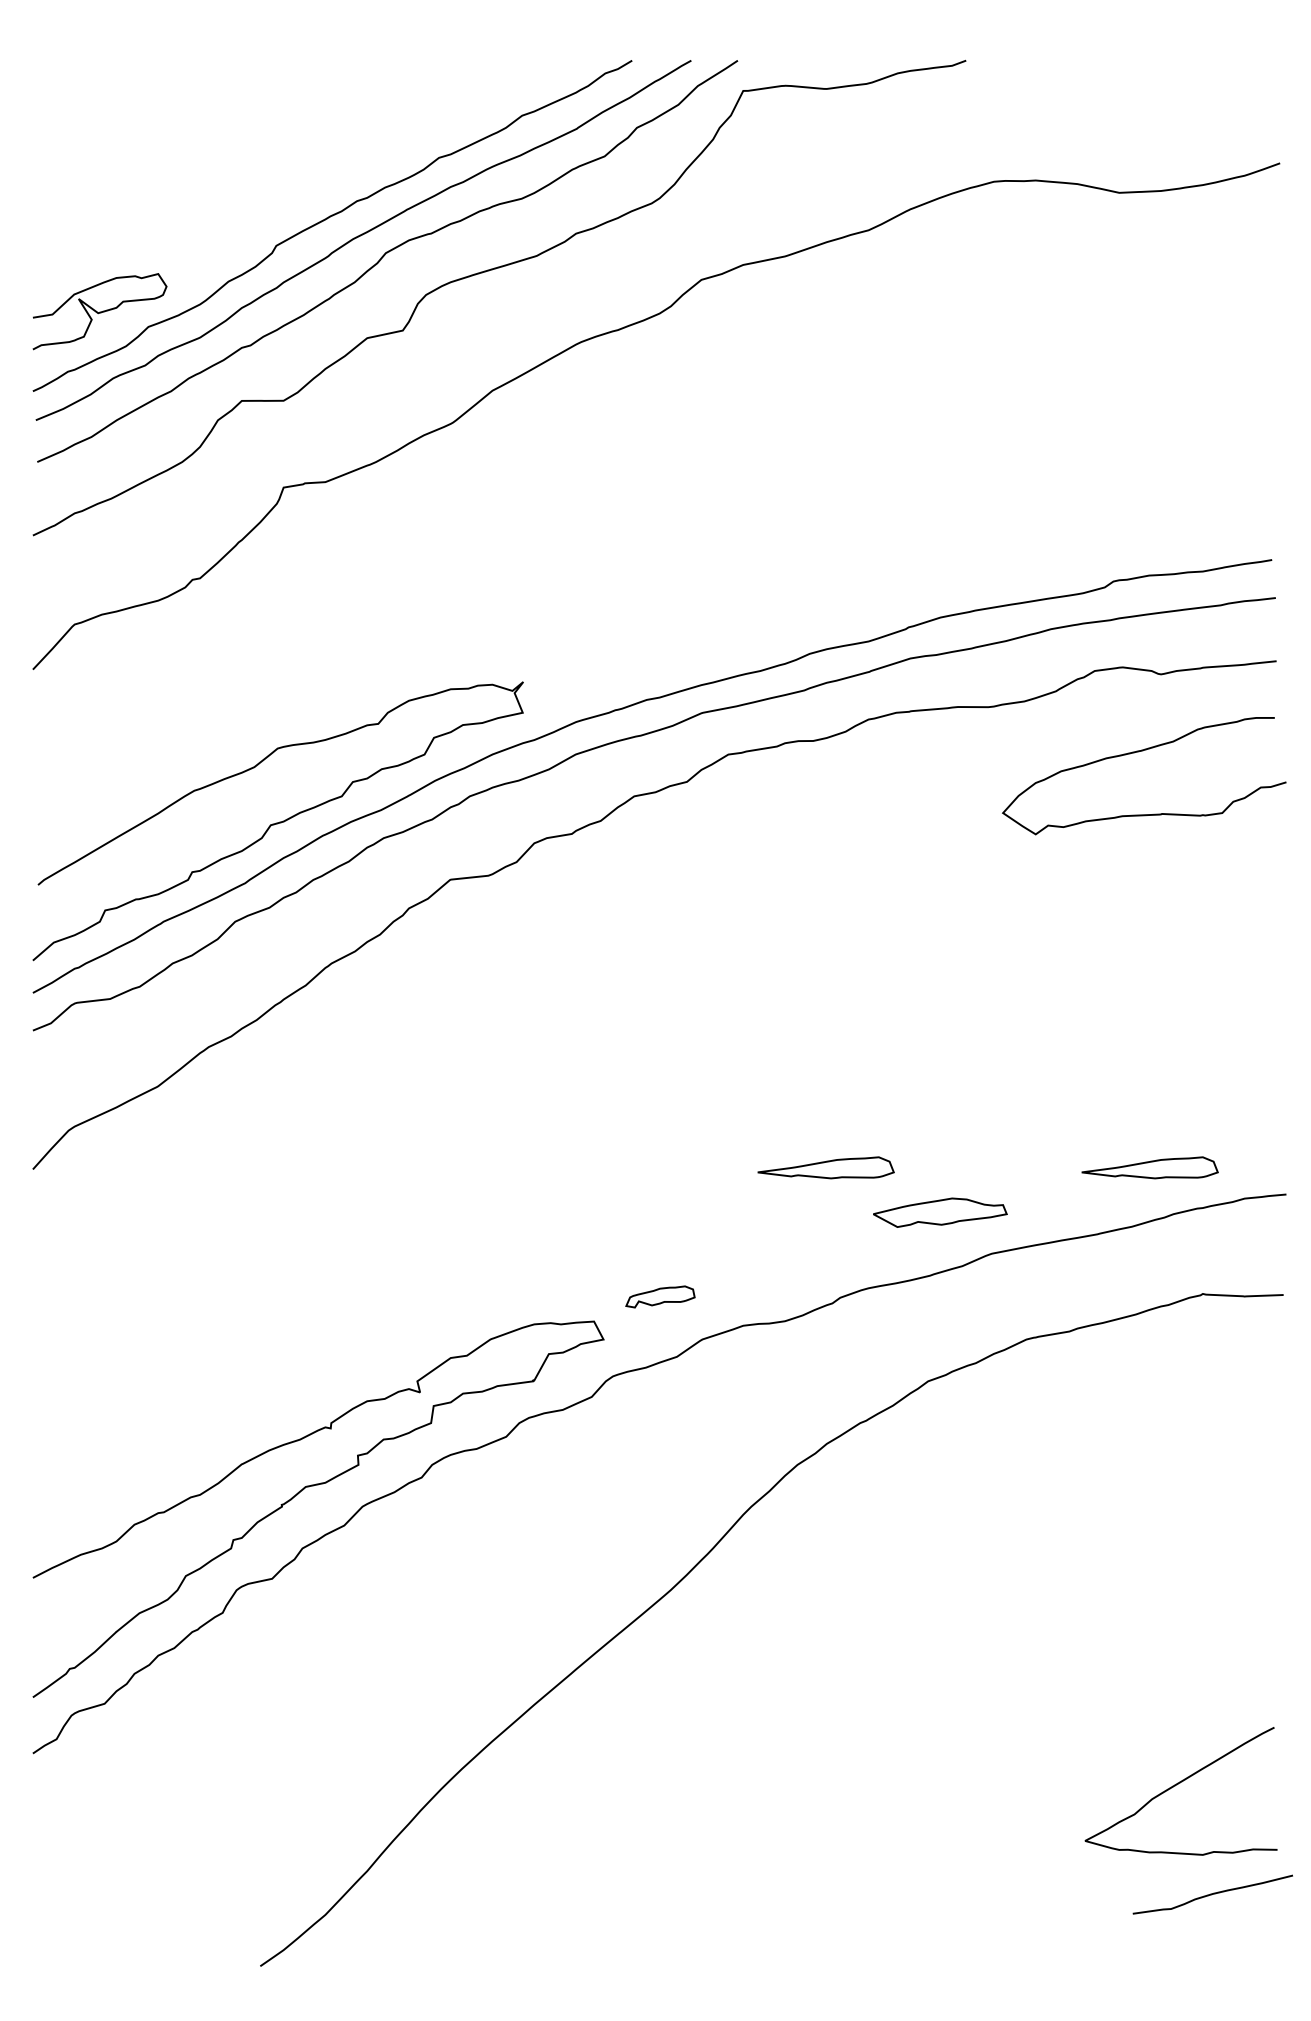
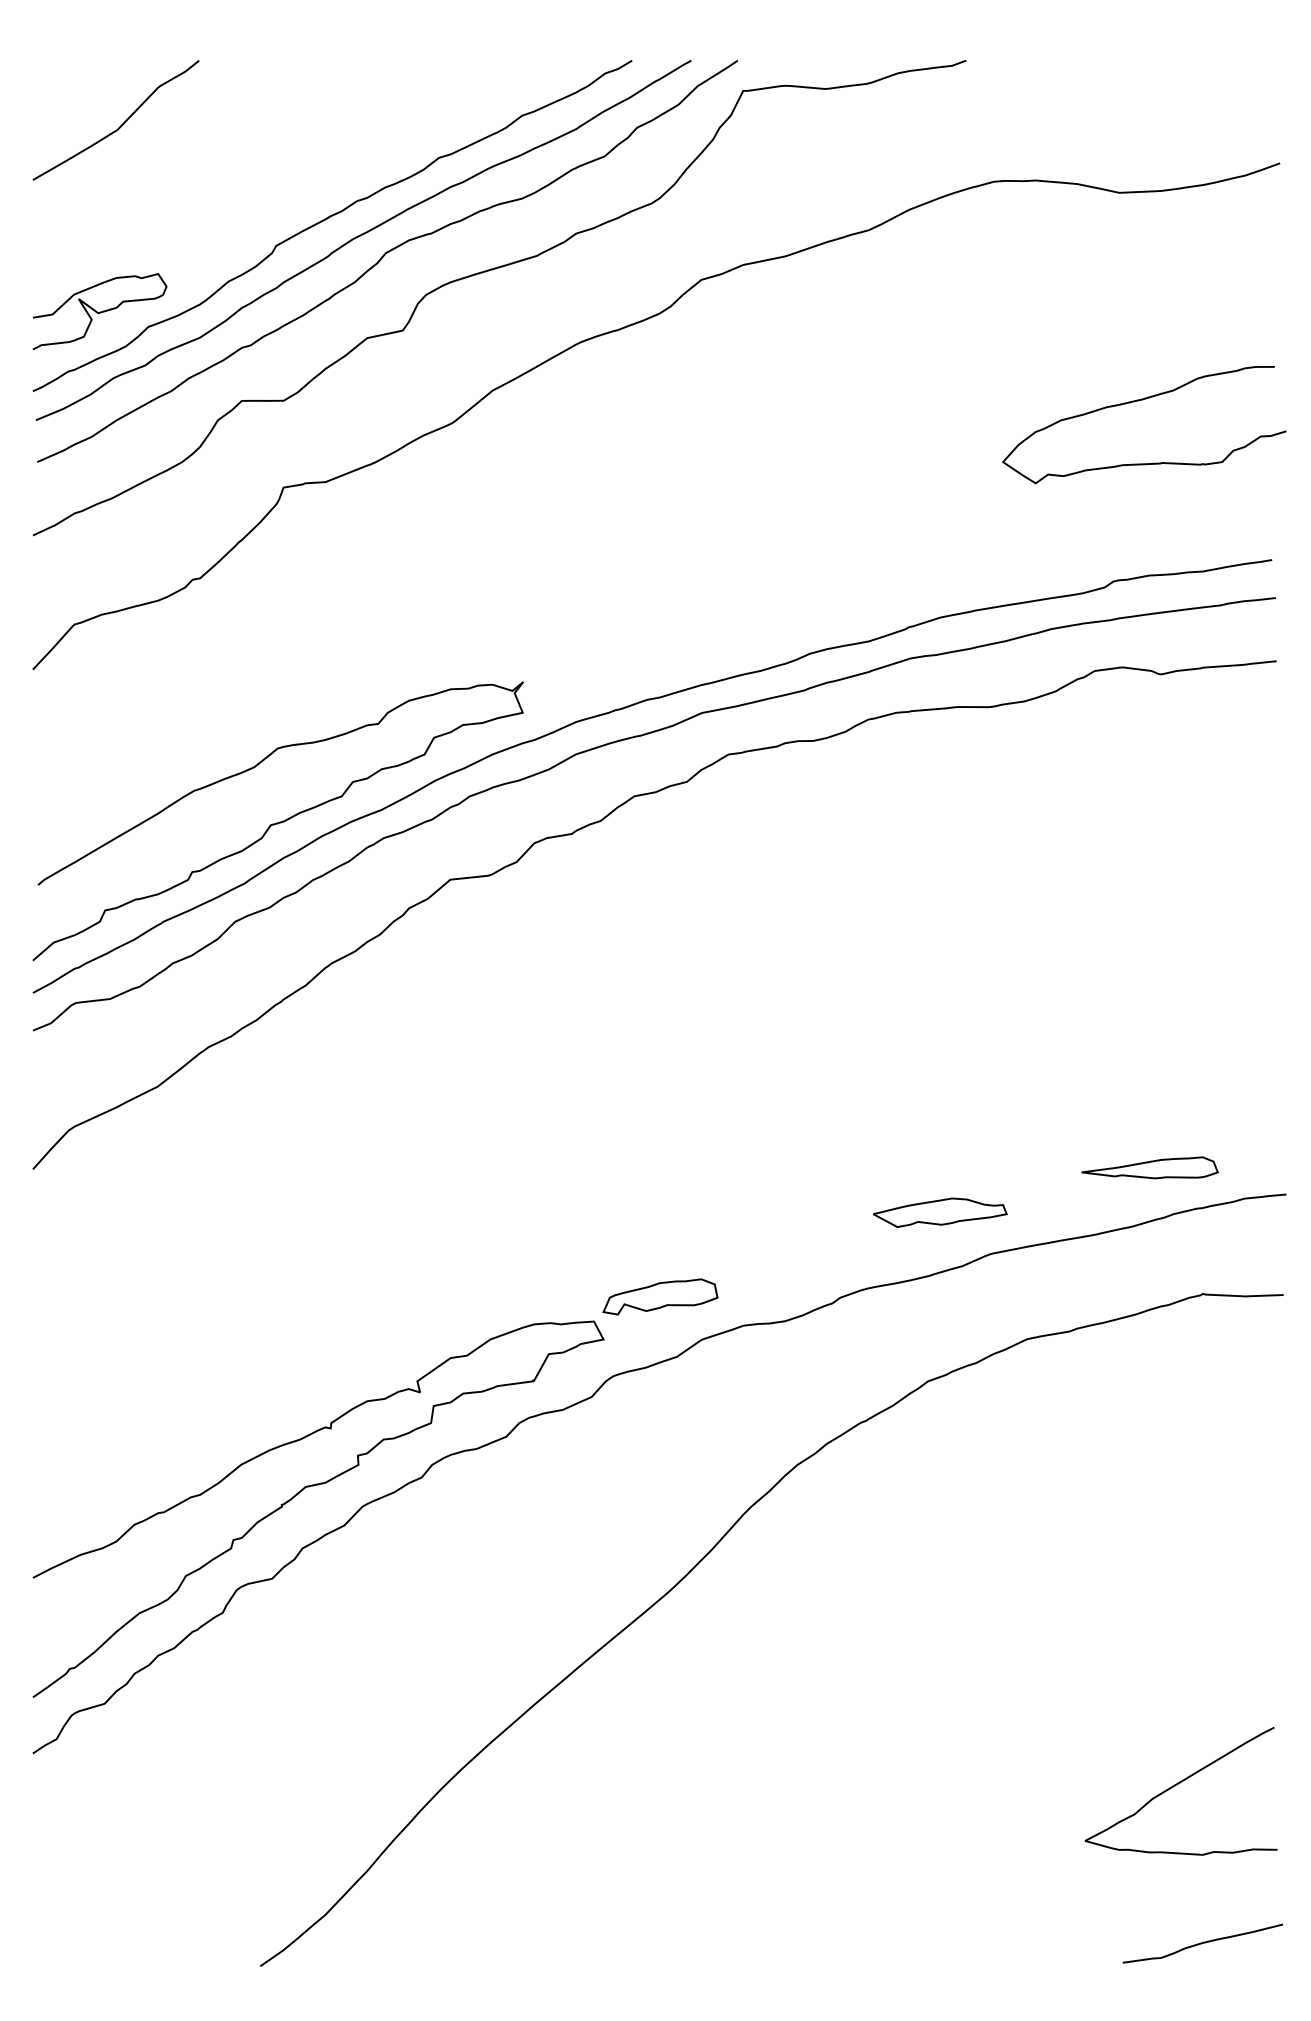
curve at (120, 125): none -> present
curve at (1138, 752) position: (1138, 752) -> (1138, 401)
part at (825, 1167): present -> none
part at (660, 1296) size: 71x24 px -> 117x38 px
curve at (1212, 1894) position: (1212, 1894) -> (1202, 1943)
